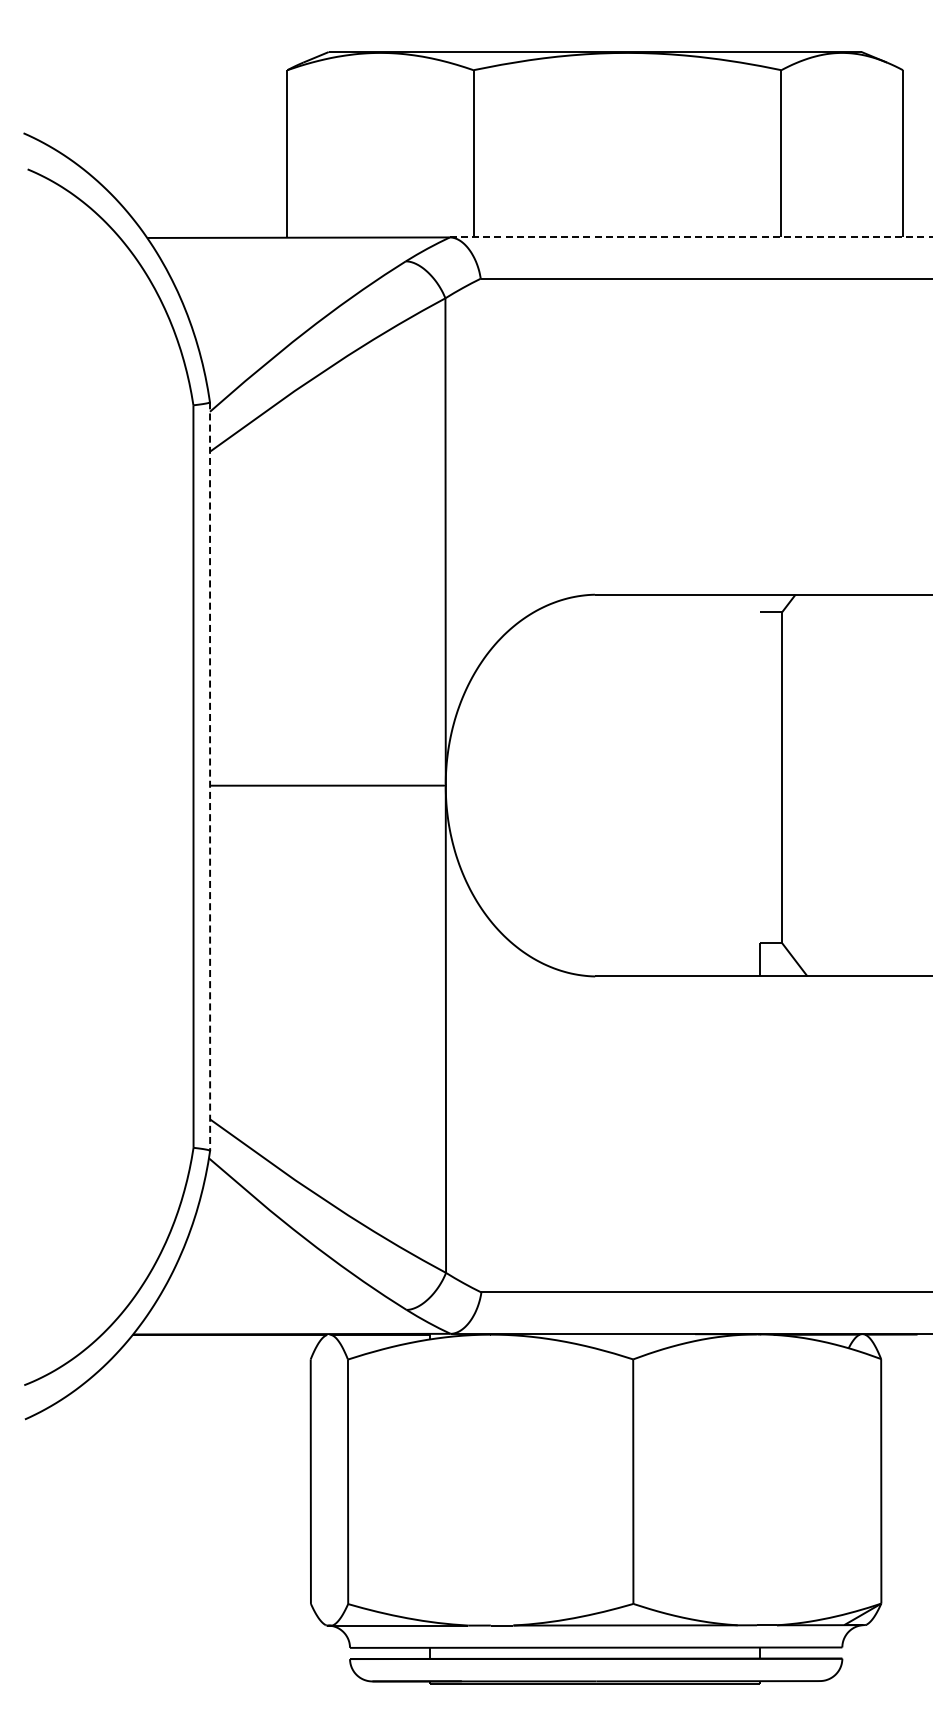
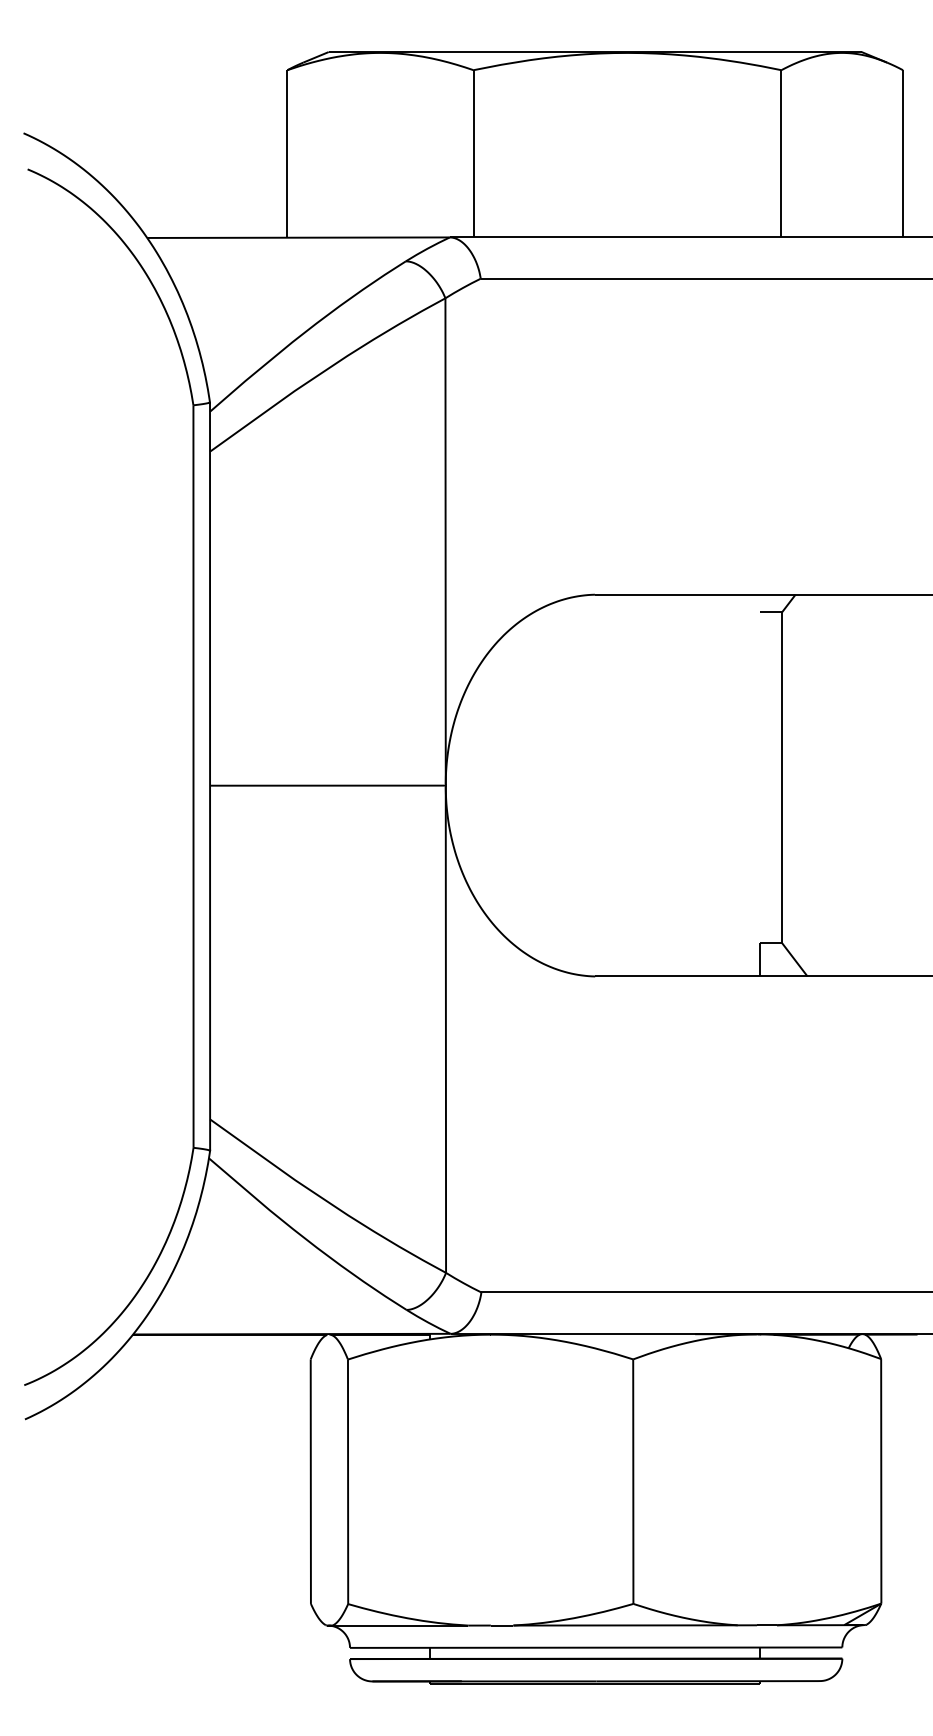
line at (691, 237): dashed -> solid
line at (210, 777): dashed -> solid
